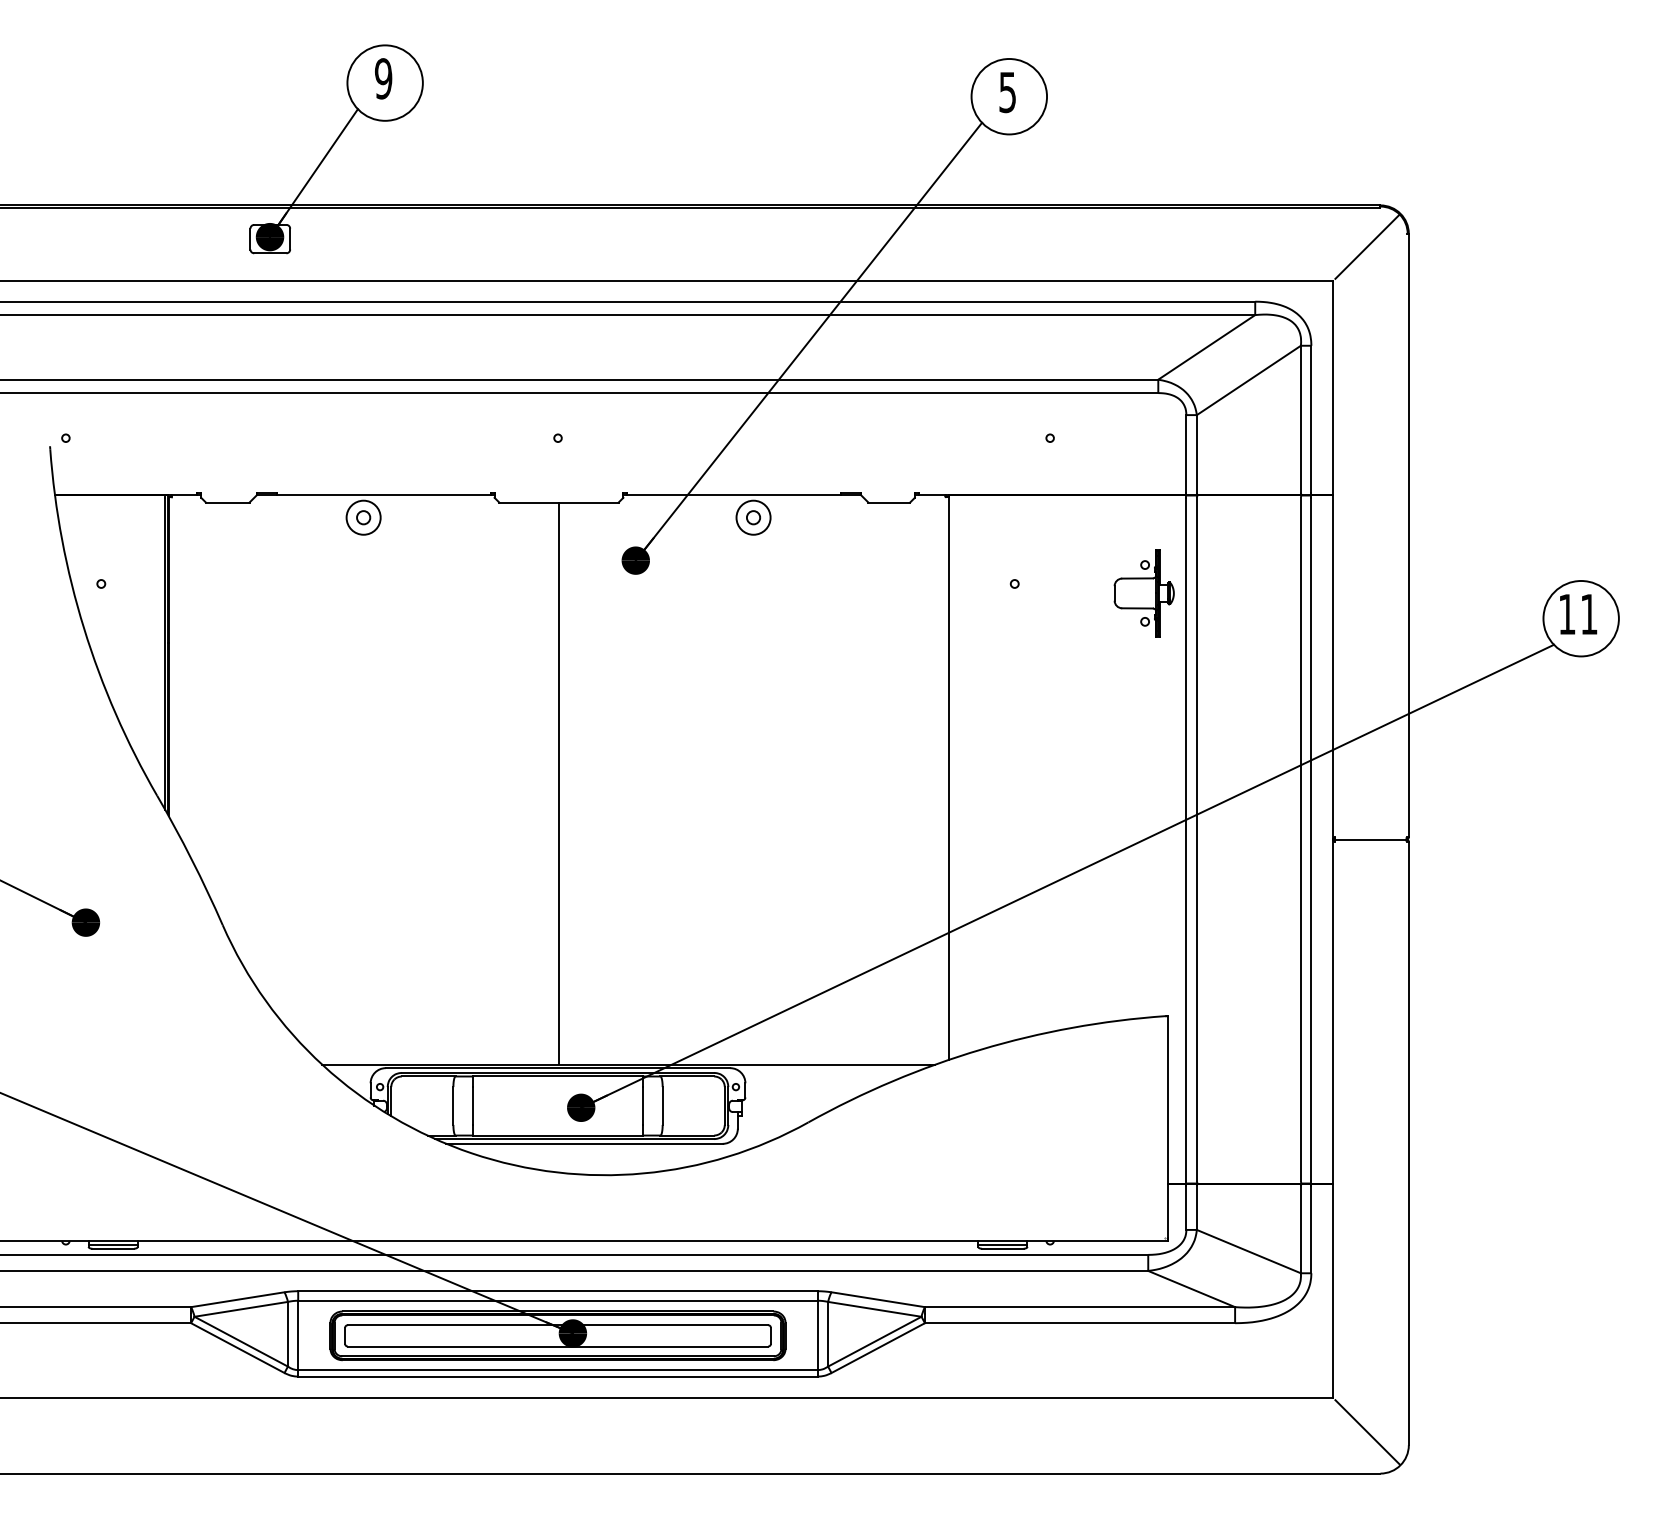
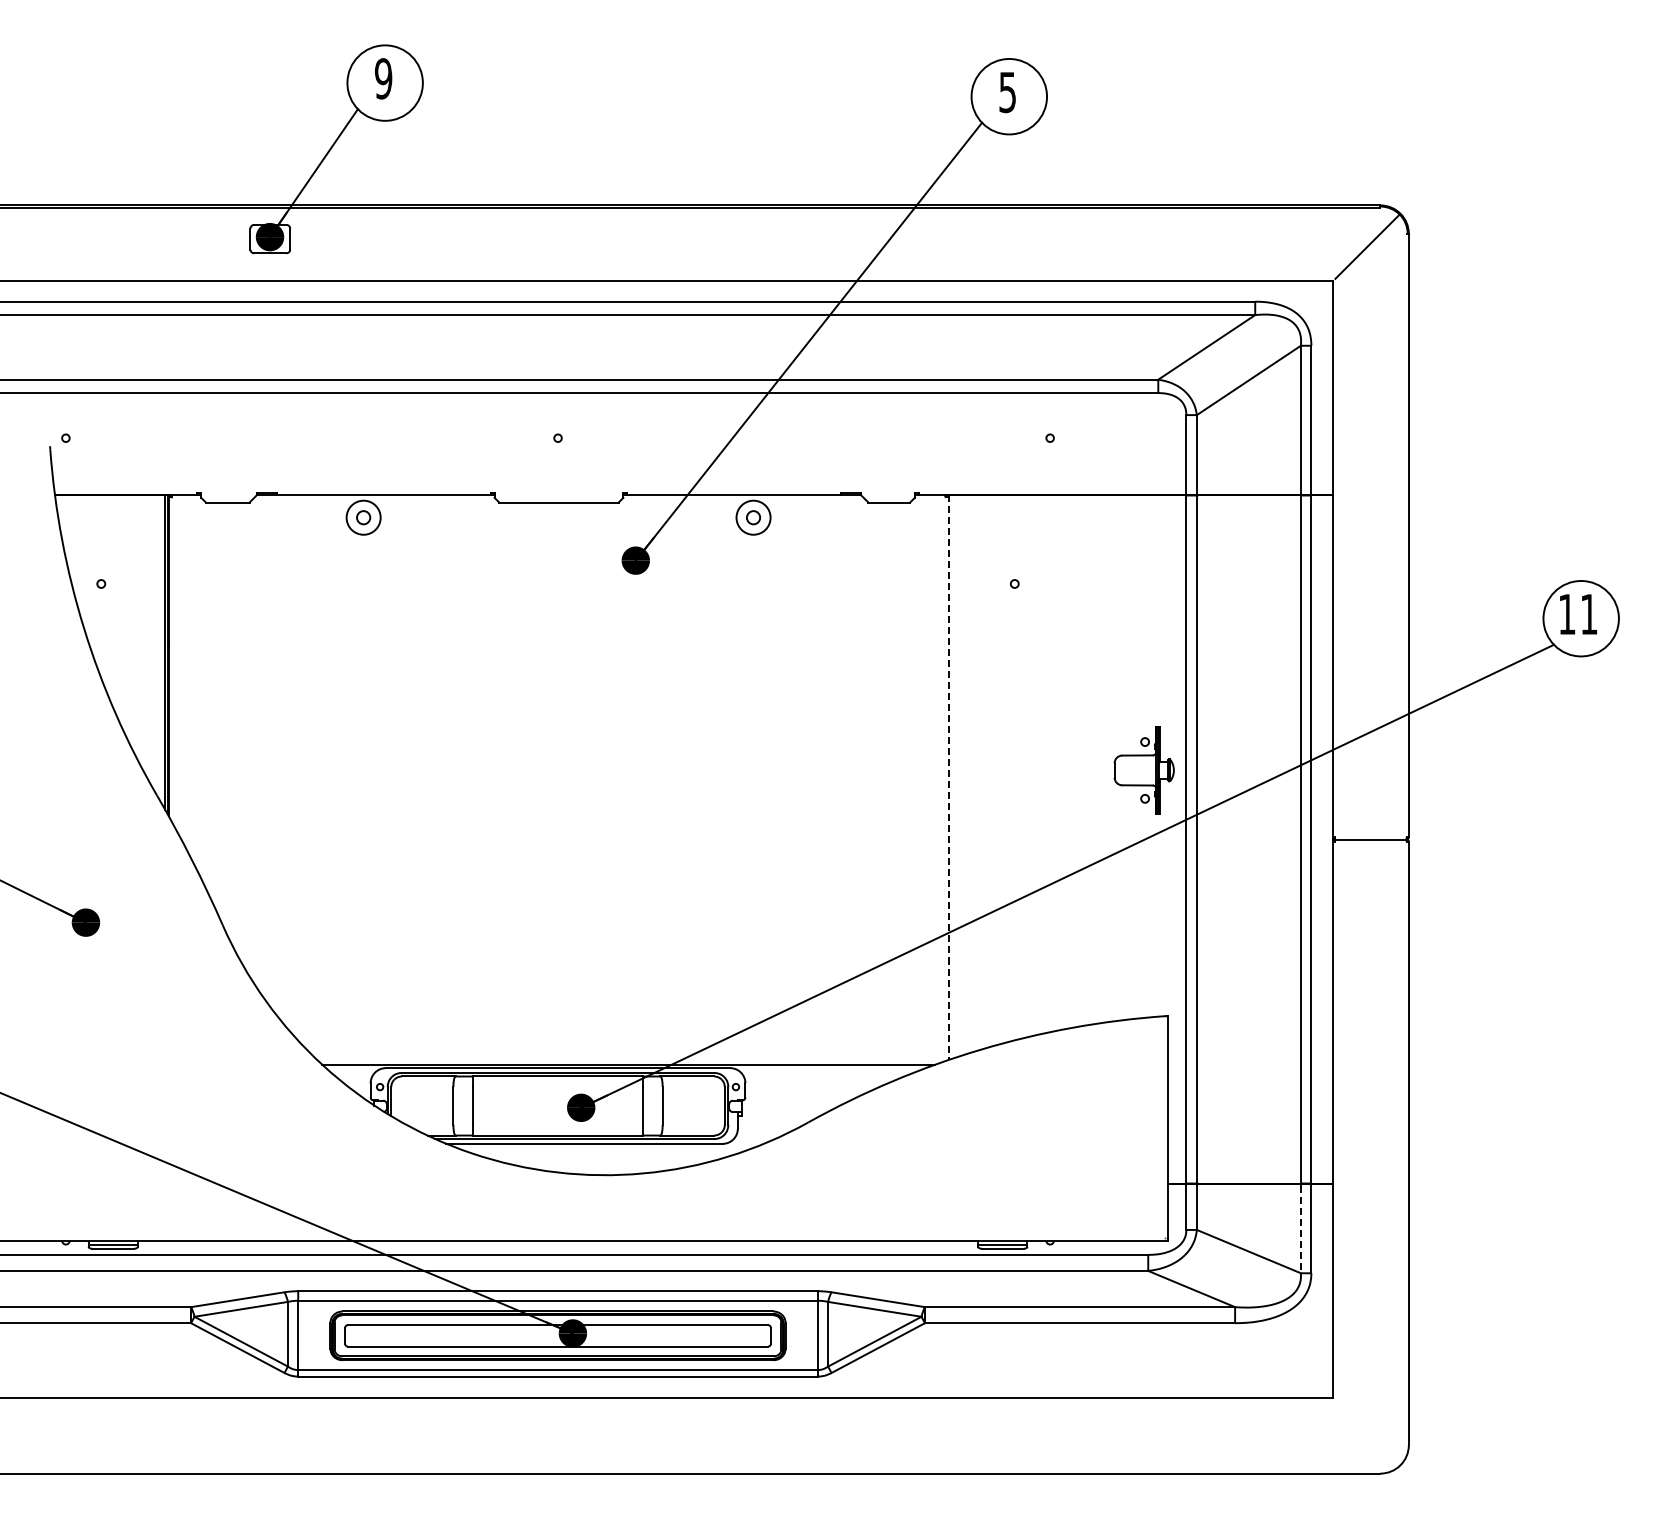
part at (1143, 593) position: (1143, 593) -> (1143, 770)
line at (948, 778): solid -> dashed
line at (558, 782): present -> none
line at (1300, 1229): solid -> dashed
line at (1367, 1432): present -> none
